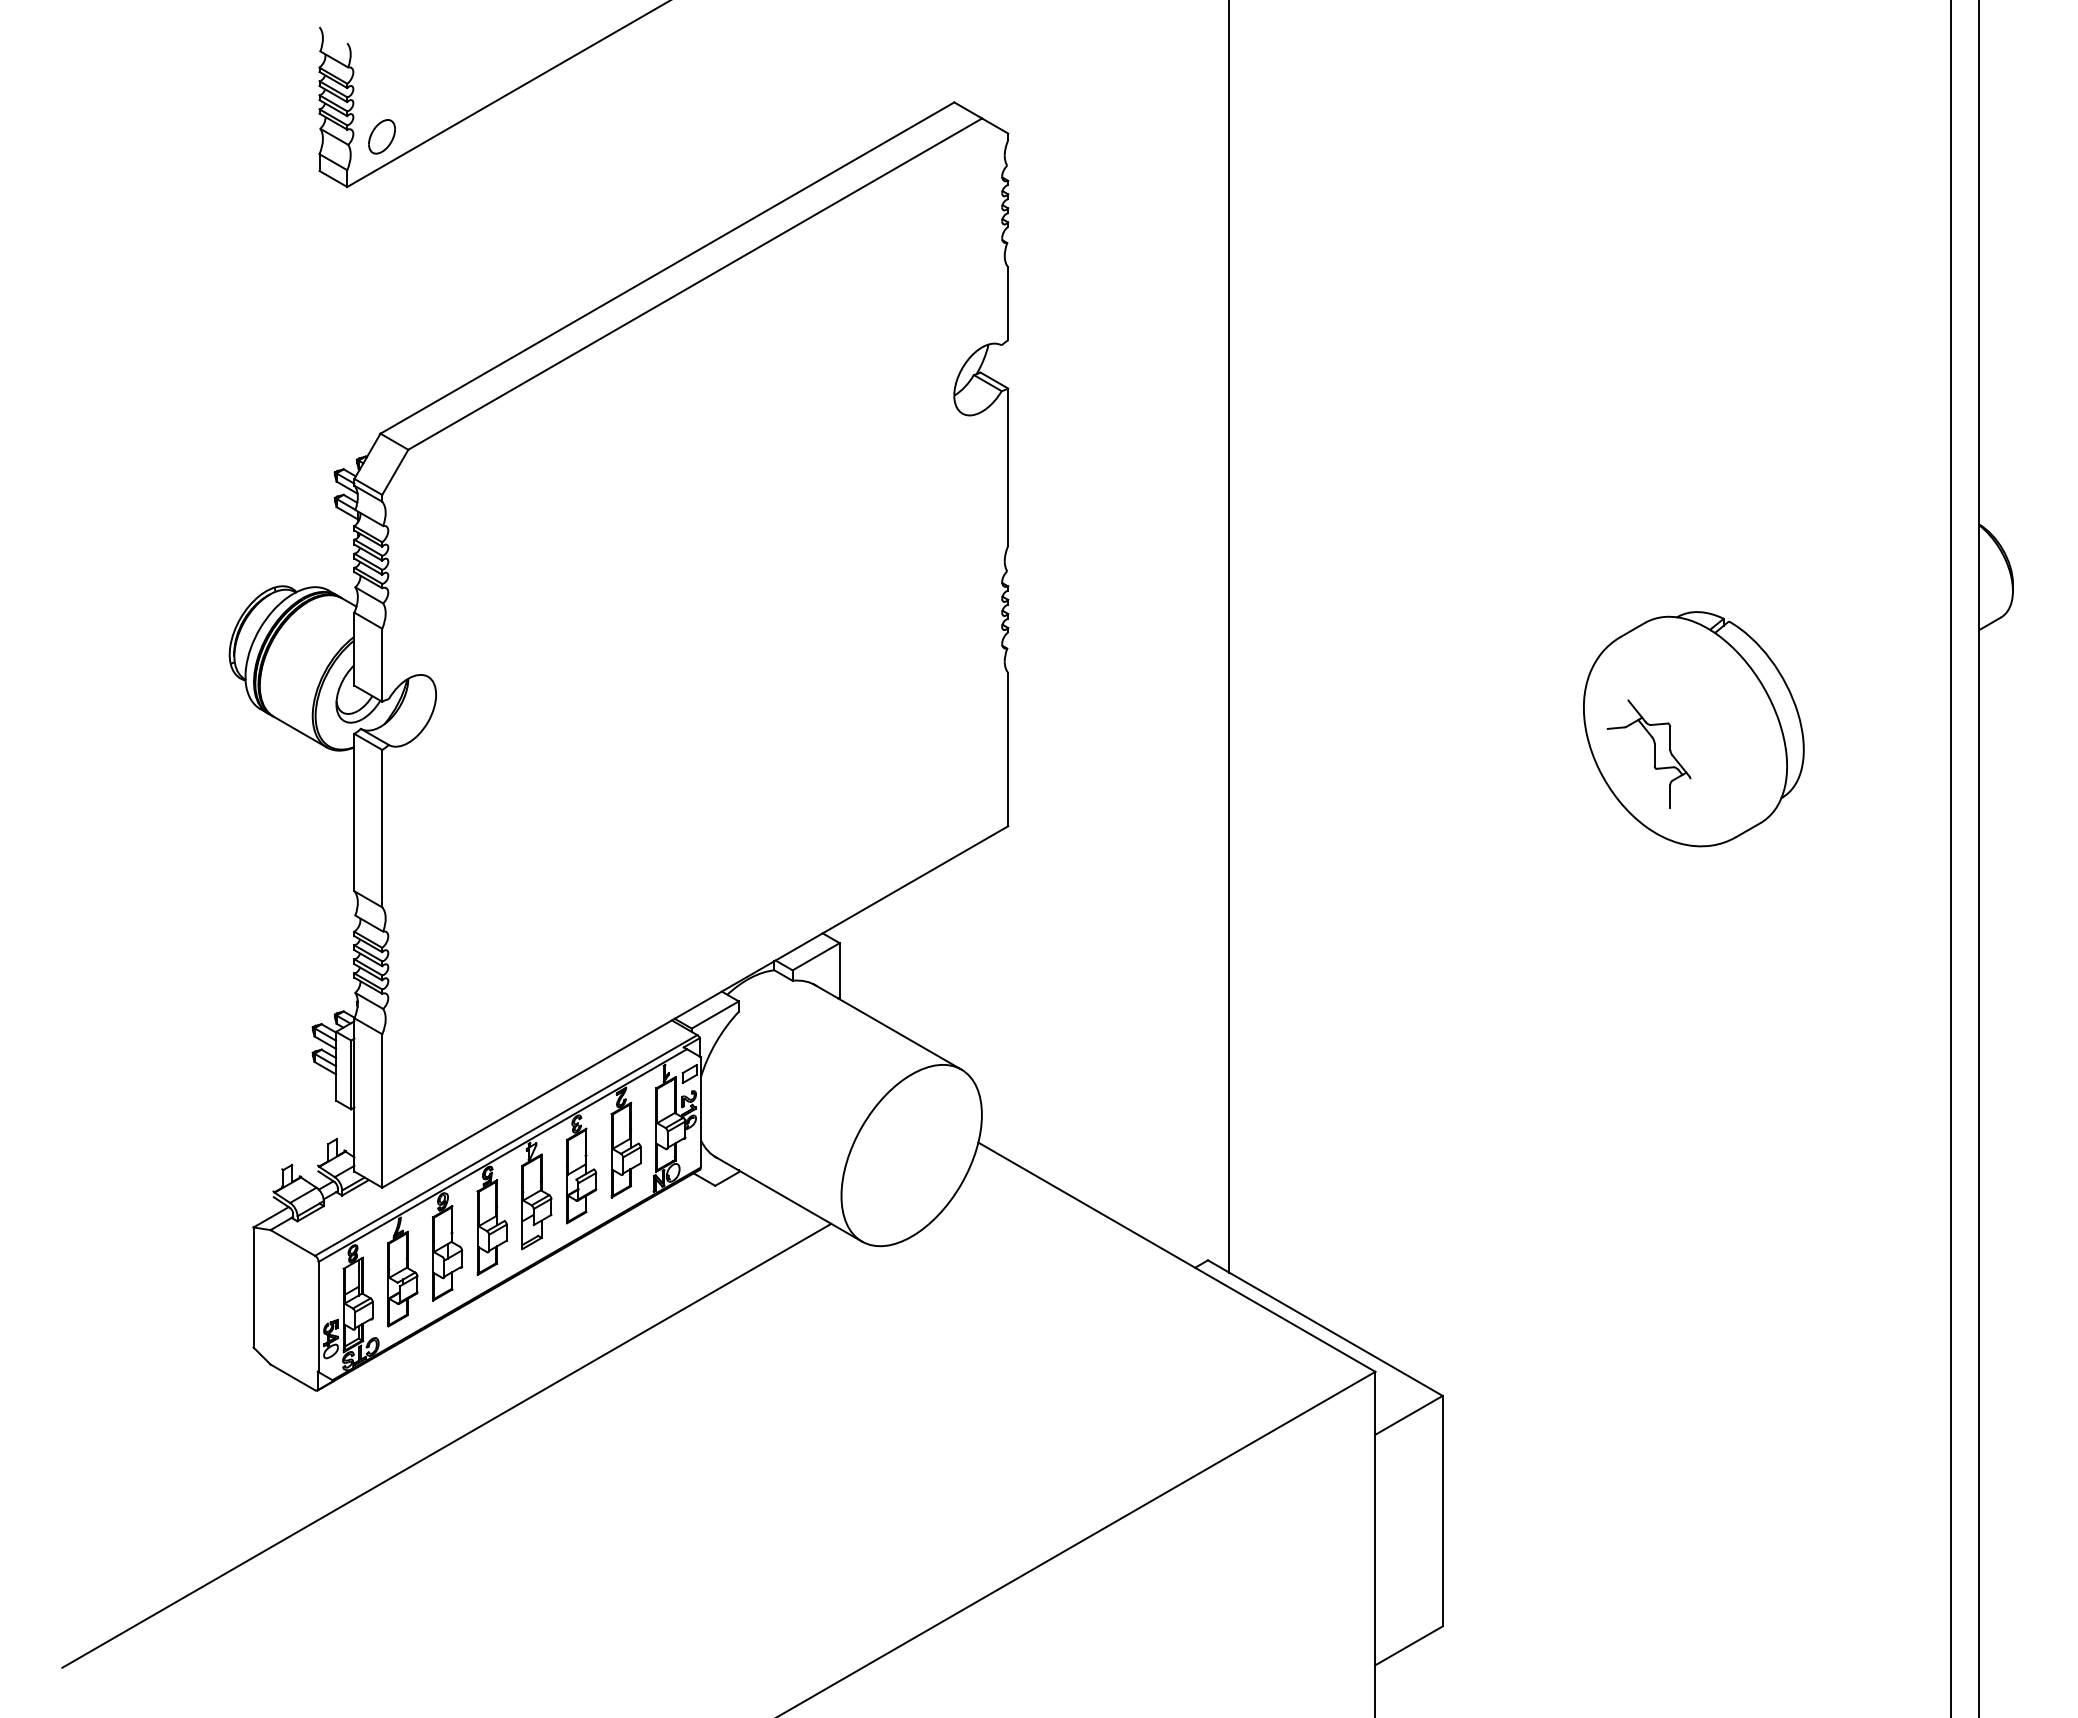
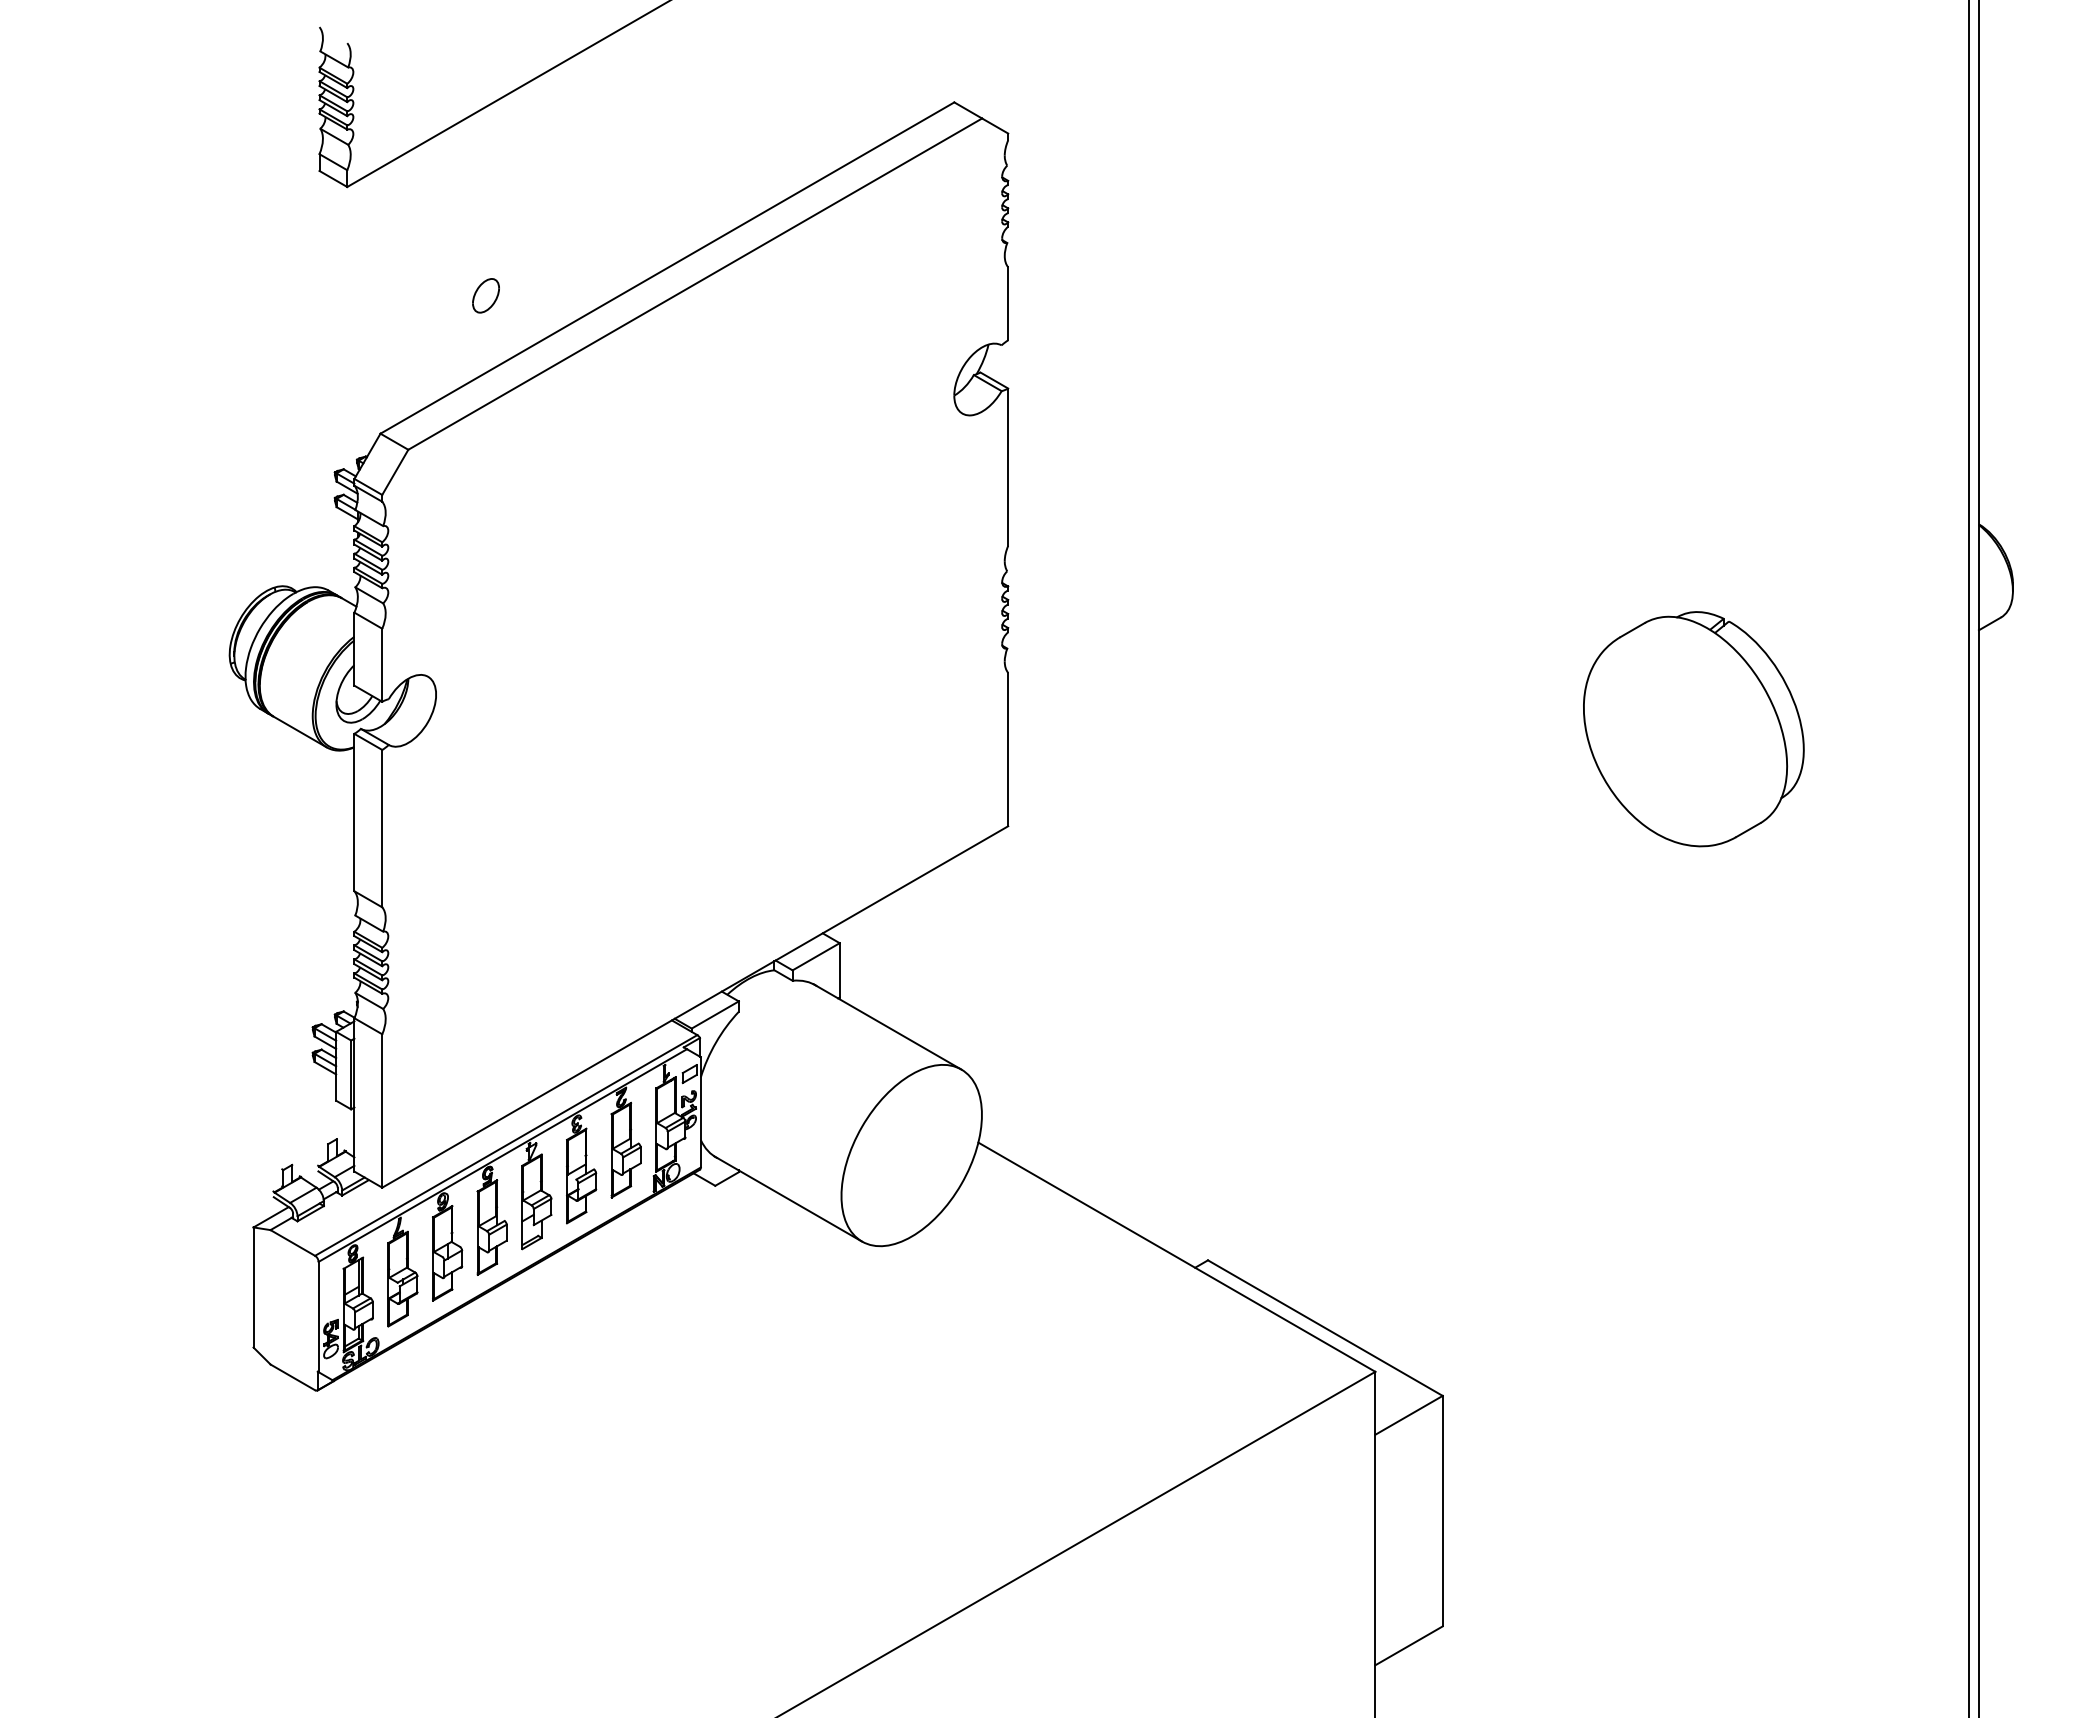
part at (381, 136) position: (381, 136) -> (485, 295)
line at (1229, 637): present -> none
part at (1648, 753): present -> none
line at (1950, 858) position: (1950, 858) -> (1968, 858)
line at (446, 1445): present -> none
